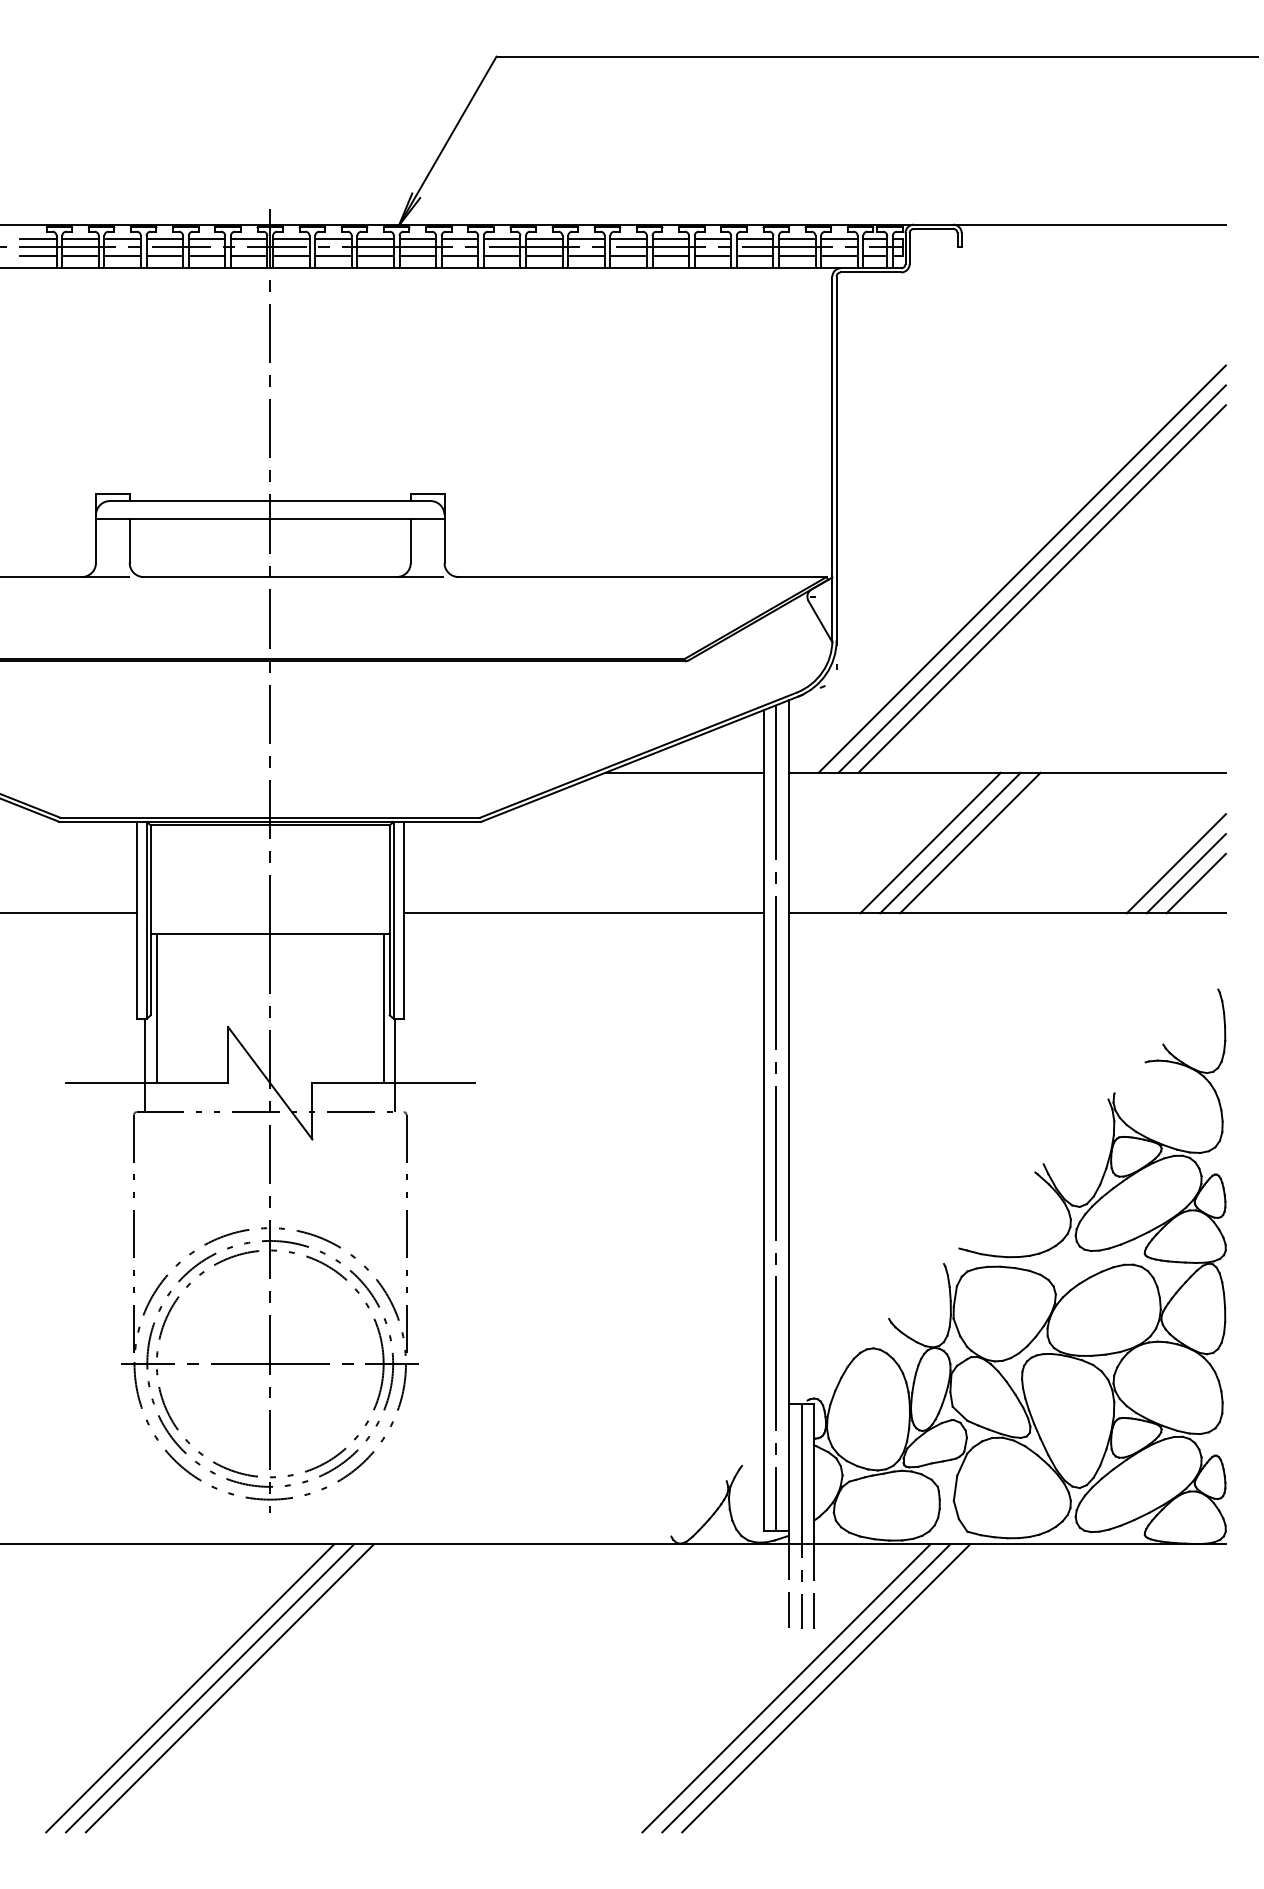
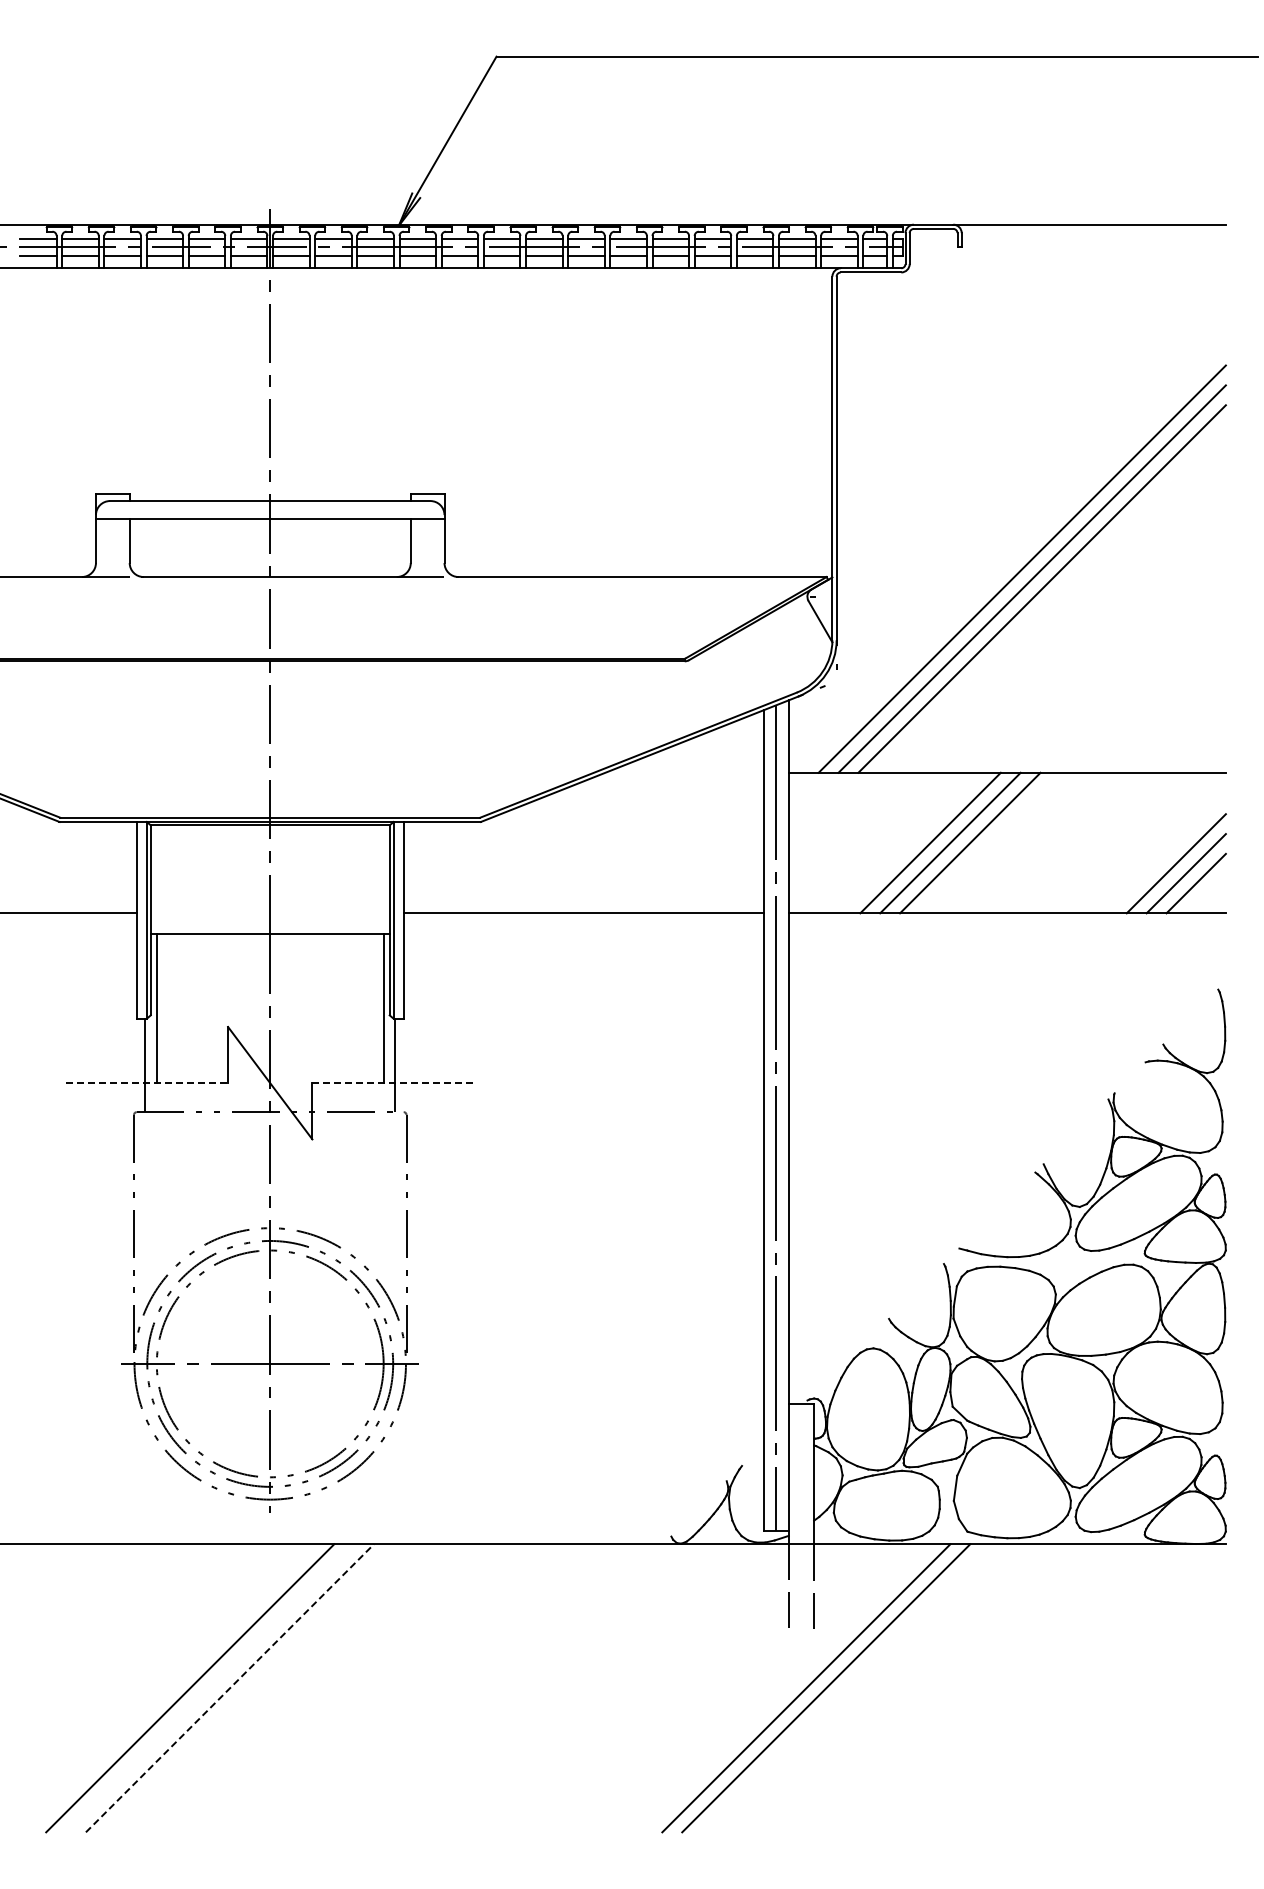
line at (684, 772): present -> none
line at (147, 1083): solid -> dashed
line at (394, 1083): solid -> dashed
line at (801, 1515): present -> none
line at (210, 1688): present -> none
line at (230, 1688): solid -> dashed
line at (786, 1688): present -> none
